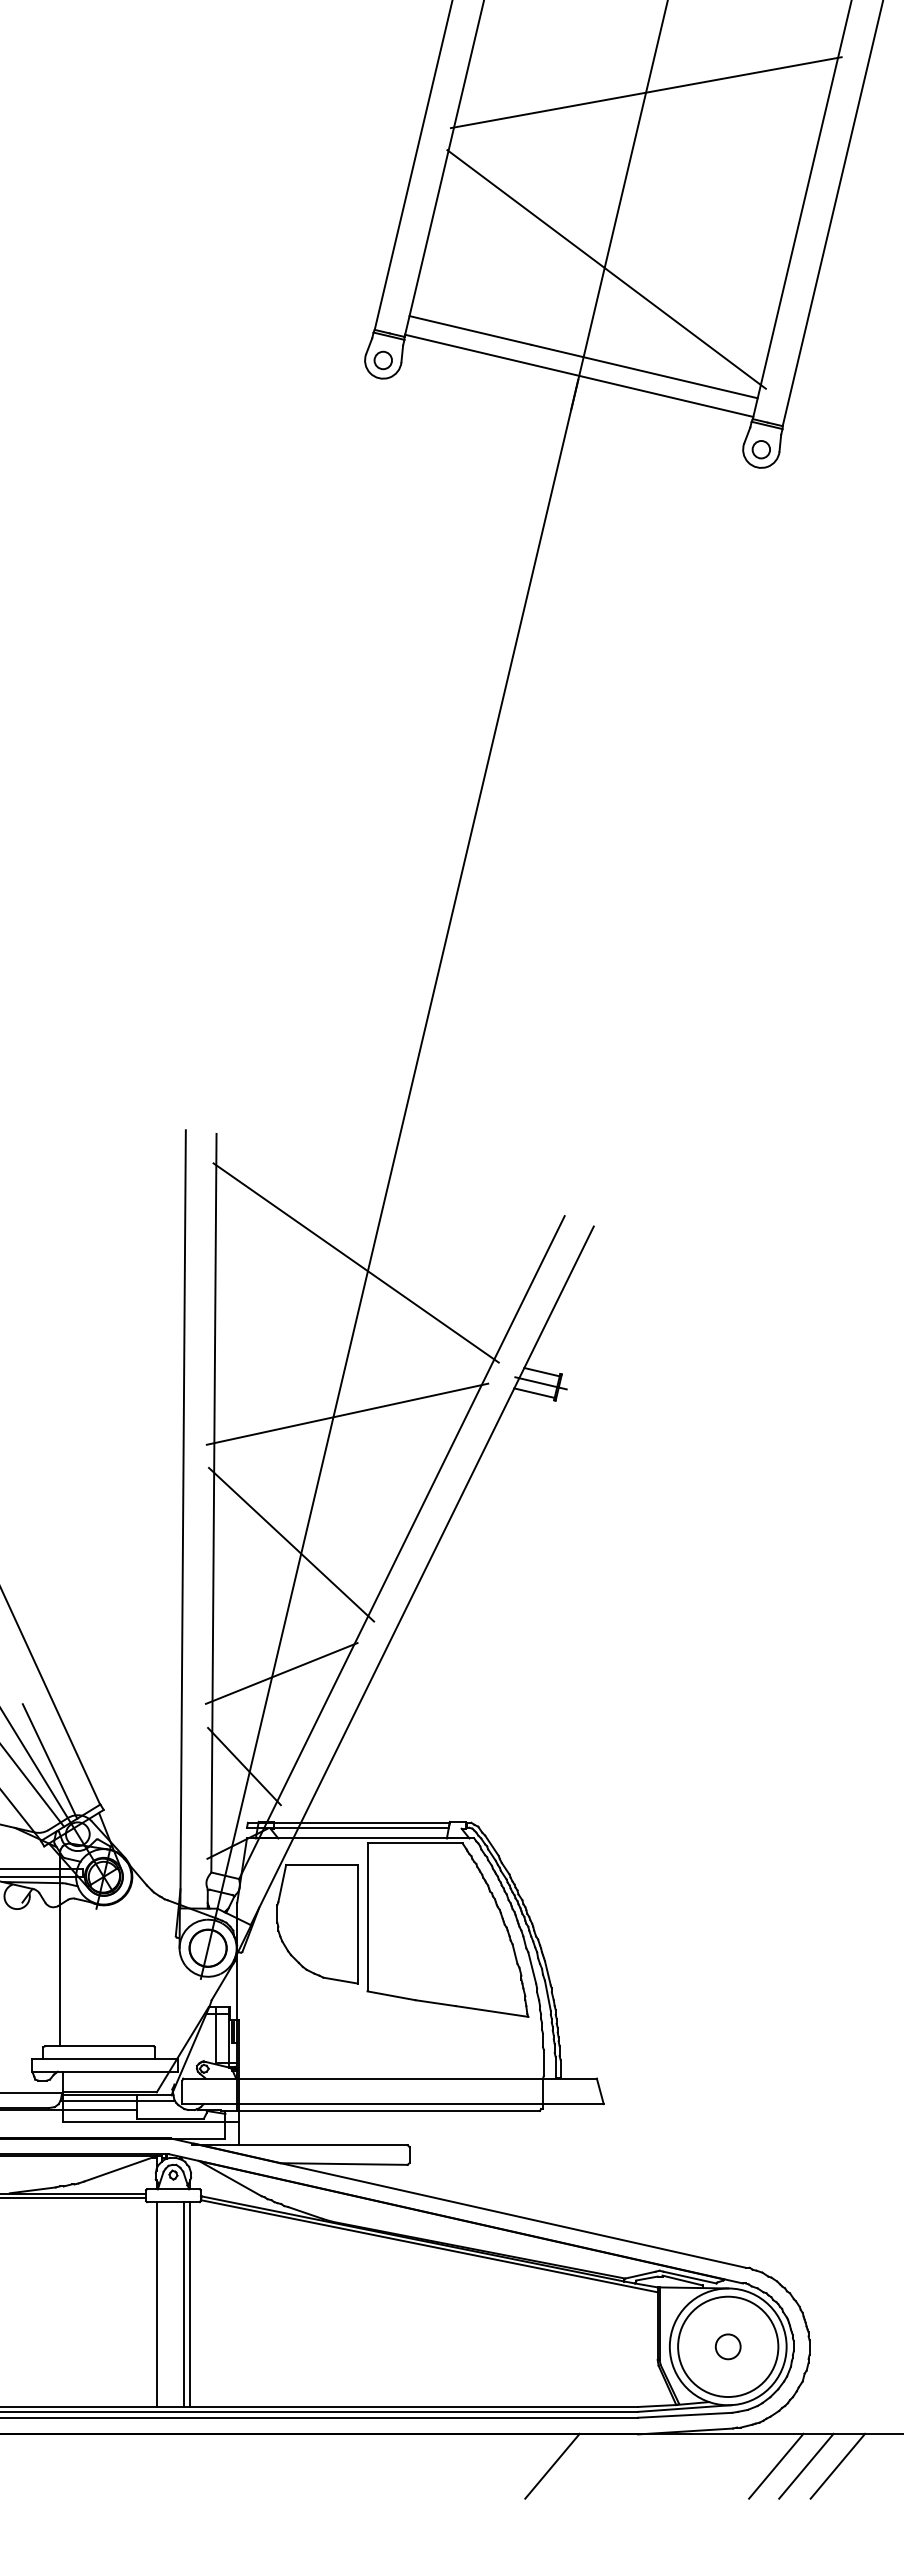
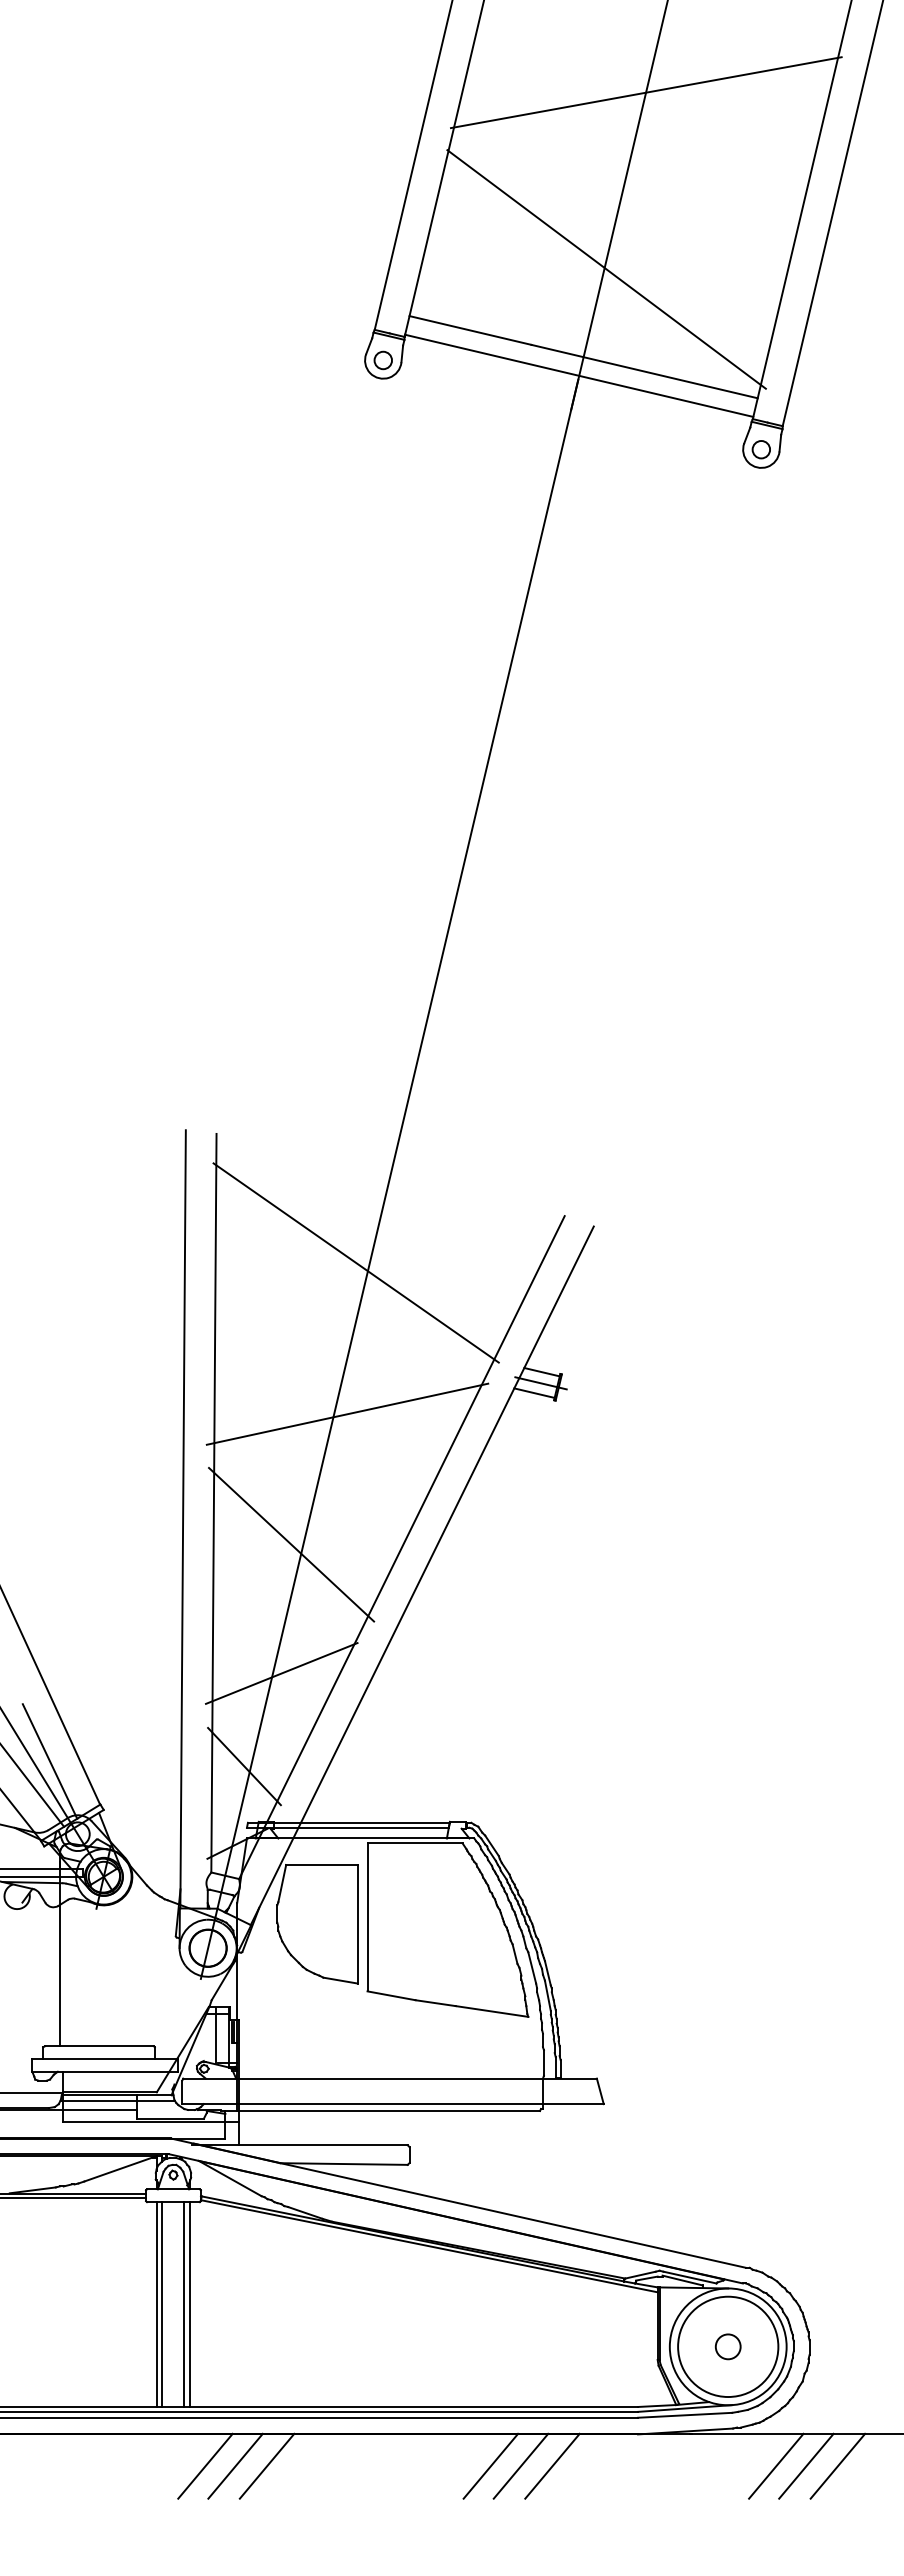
line at (161, 2304): none -> present
line at (205, 2465): none -> present
line at (235, 2465): none -> present
line at (266, 2465): none -> present
line at (490, 2465): none -> present
line at (520, 2465): none -> present
